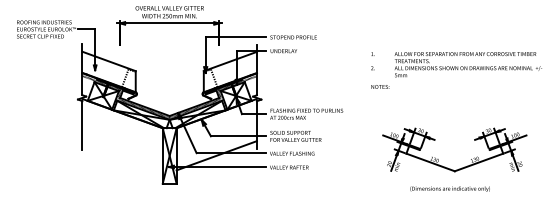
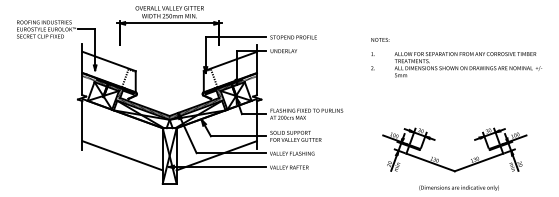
text at (380, 86) position: (380, 86) -> (380, 39)
line at (122, 155): none -> present
text at (449, 188) position: (449, 188) -> (458, 187)
